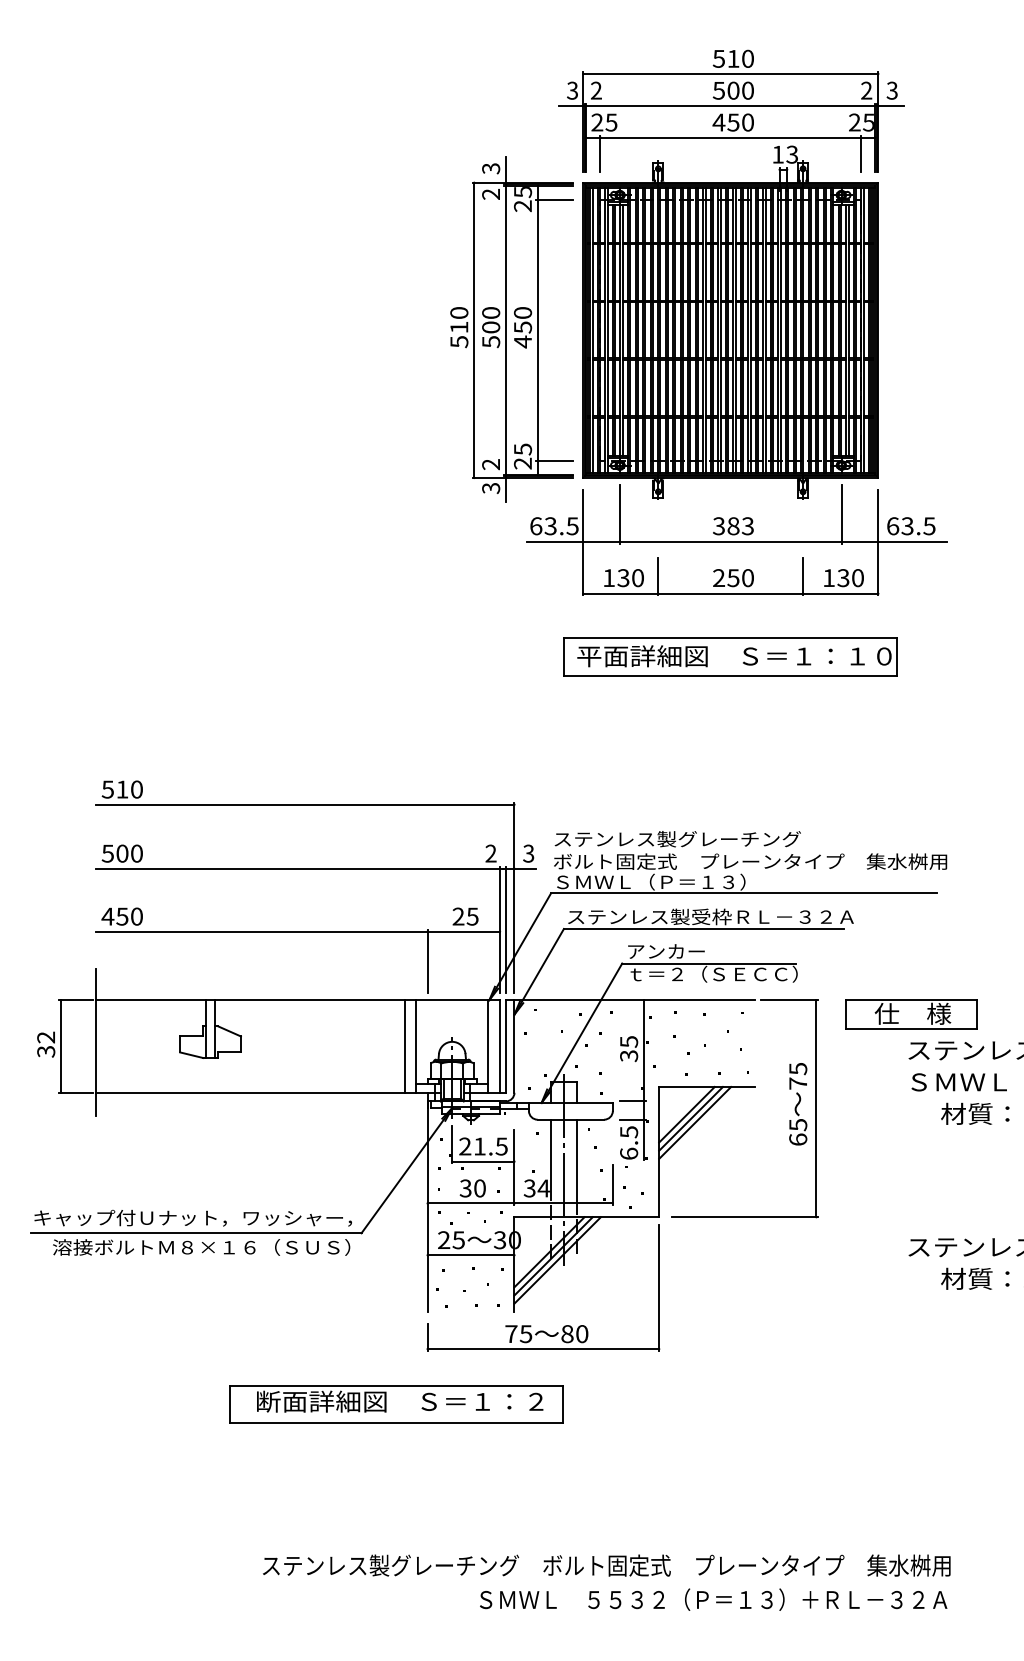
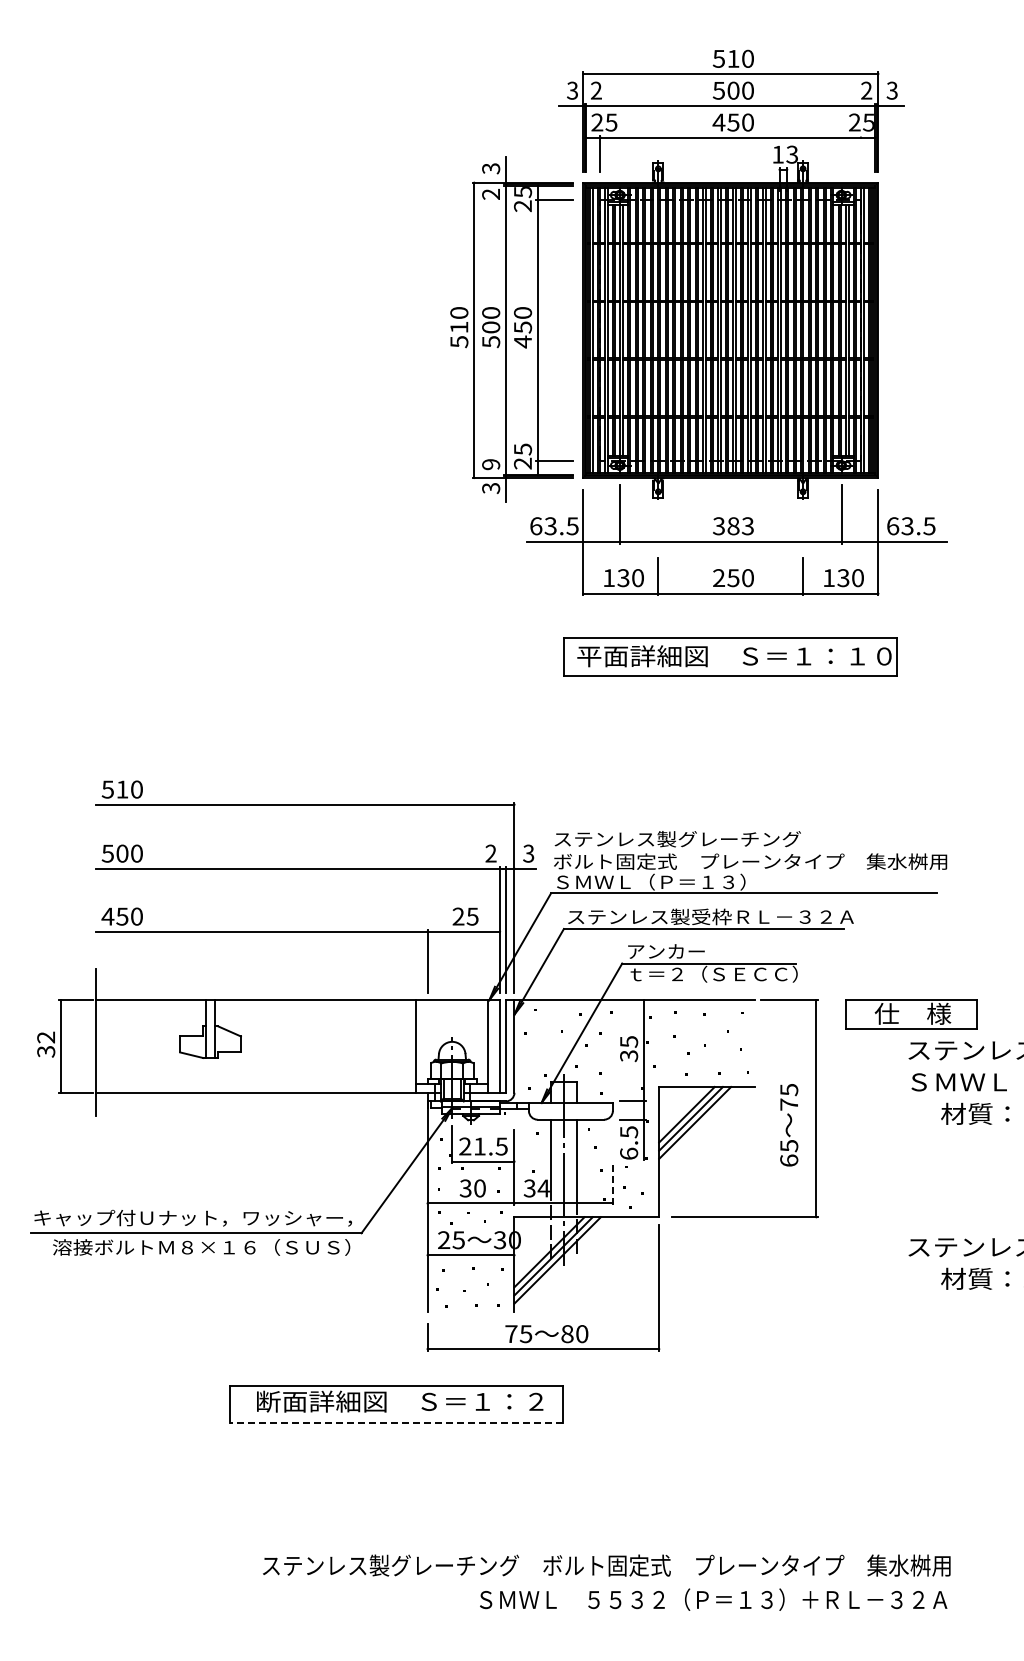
line at (860, 153): present -> none
text at (491, 464): 2 -> 9
line at (404, 1046): present -> none
text at (798, 1104) position: (798, 1104) -> (789, 1125)
line at (612, 1185): solid -> dashed
line at (395, 1423): solid -> dashed
